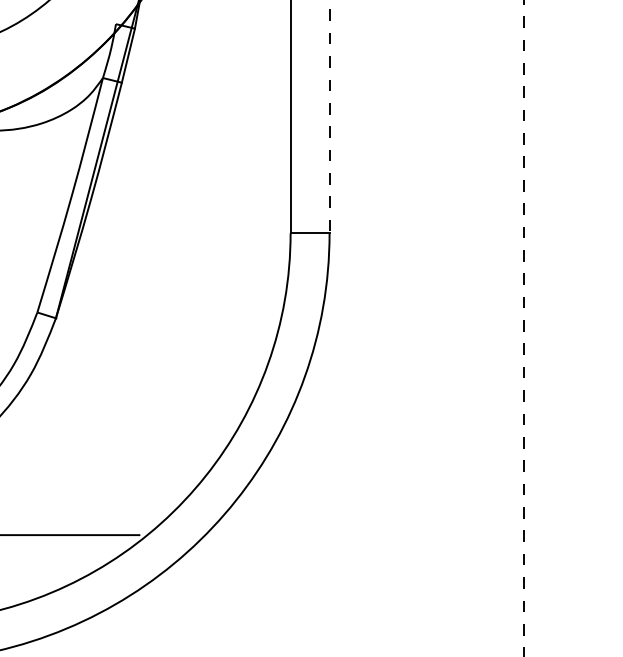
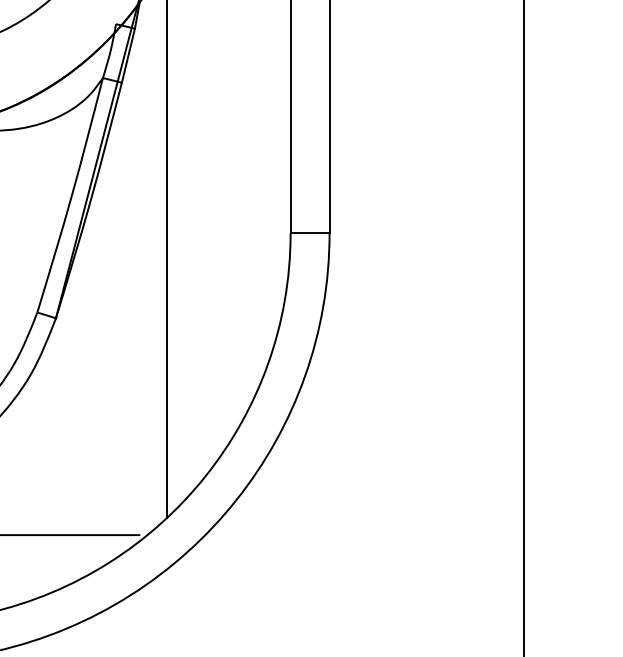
line at (329, 117): dashed -> solid
line at (167, 259): none -> present
line at (524, 328): dashed -> solid
